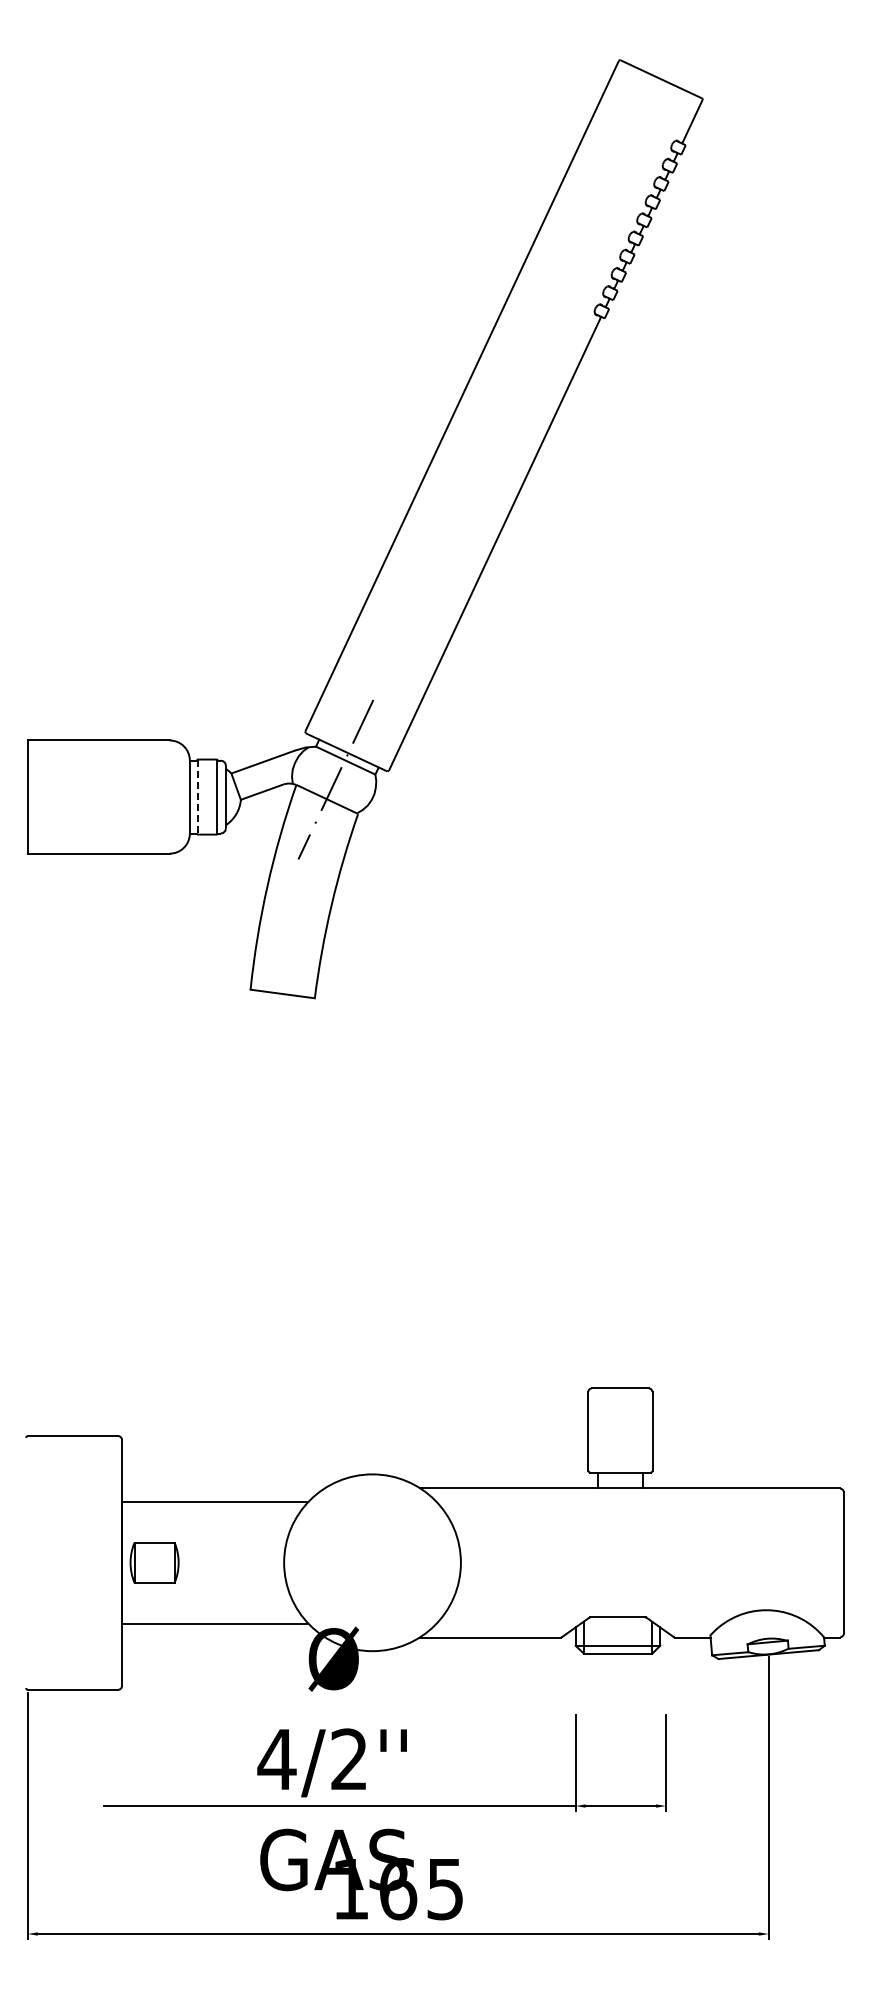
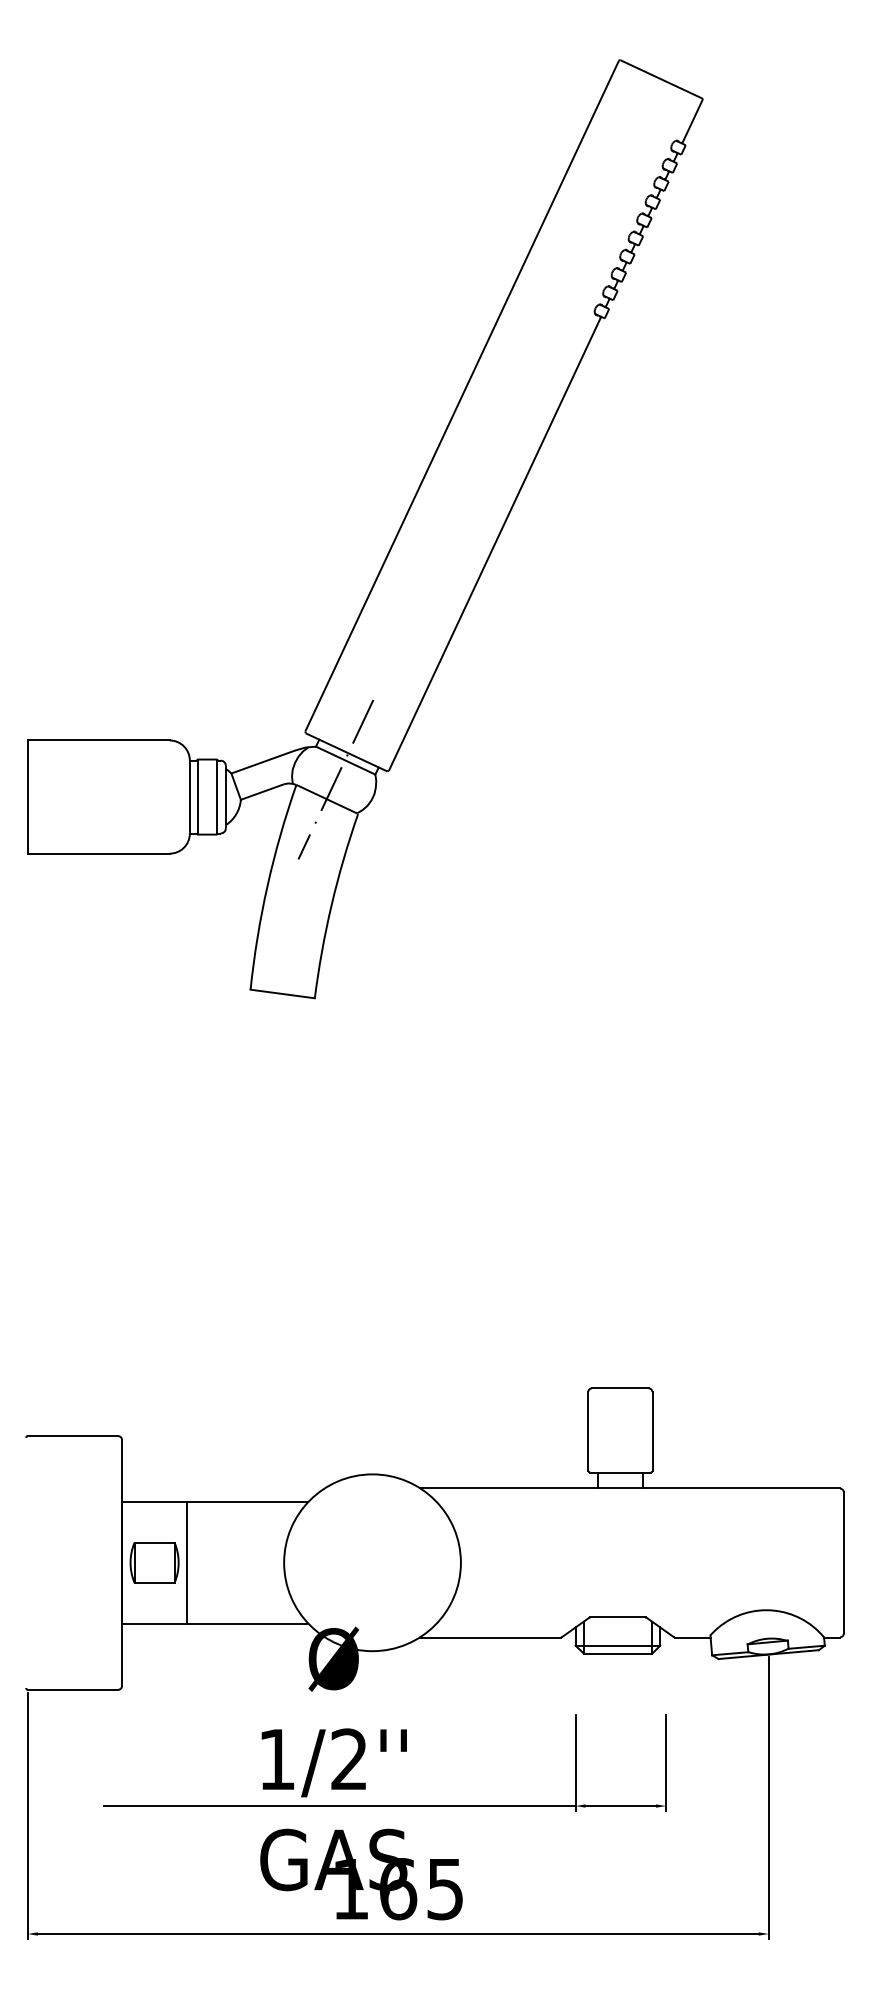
line at (197, 797): dashed -> solid
line at (186, 1562): none -> present
text at (276, 1759): 4/2'' -> 1/2''
